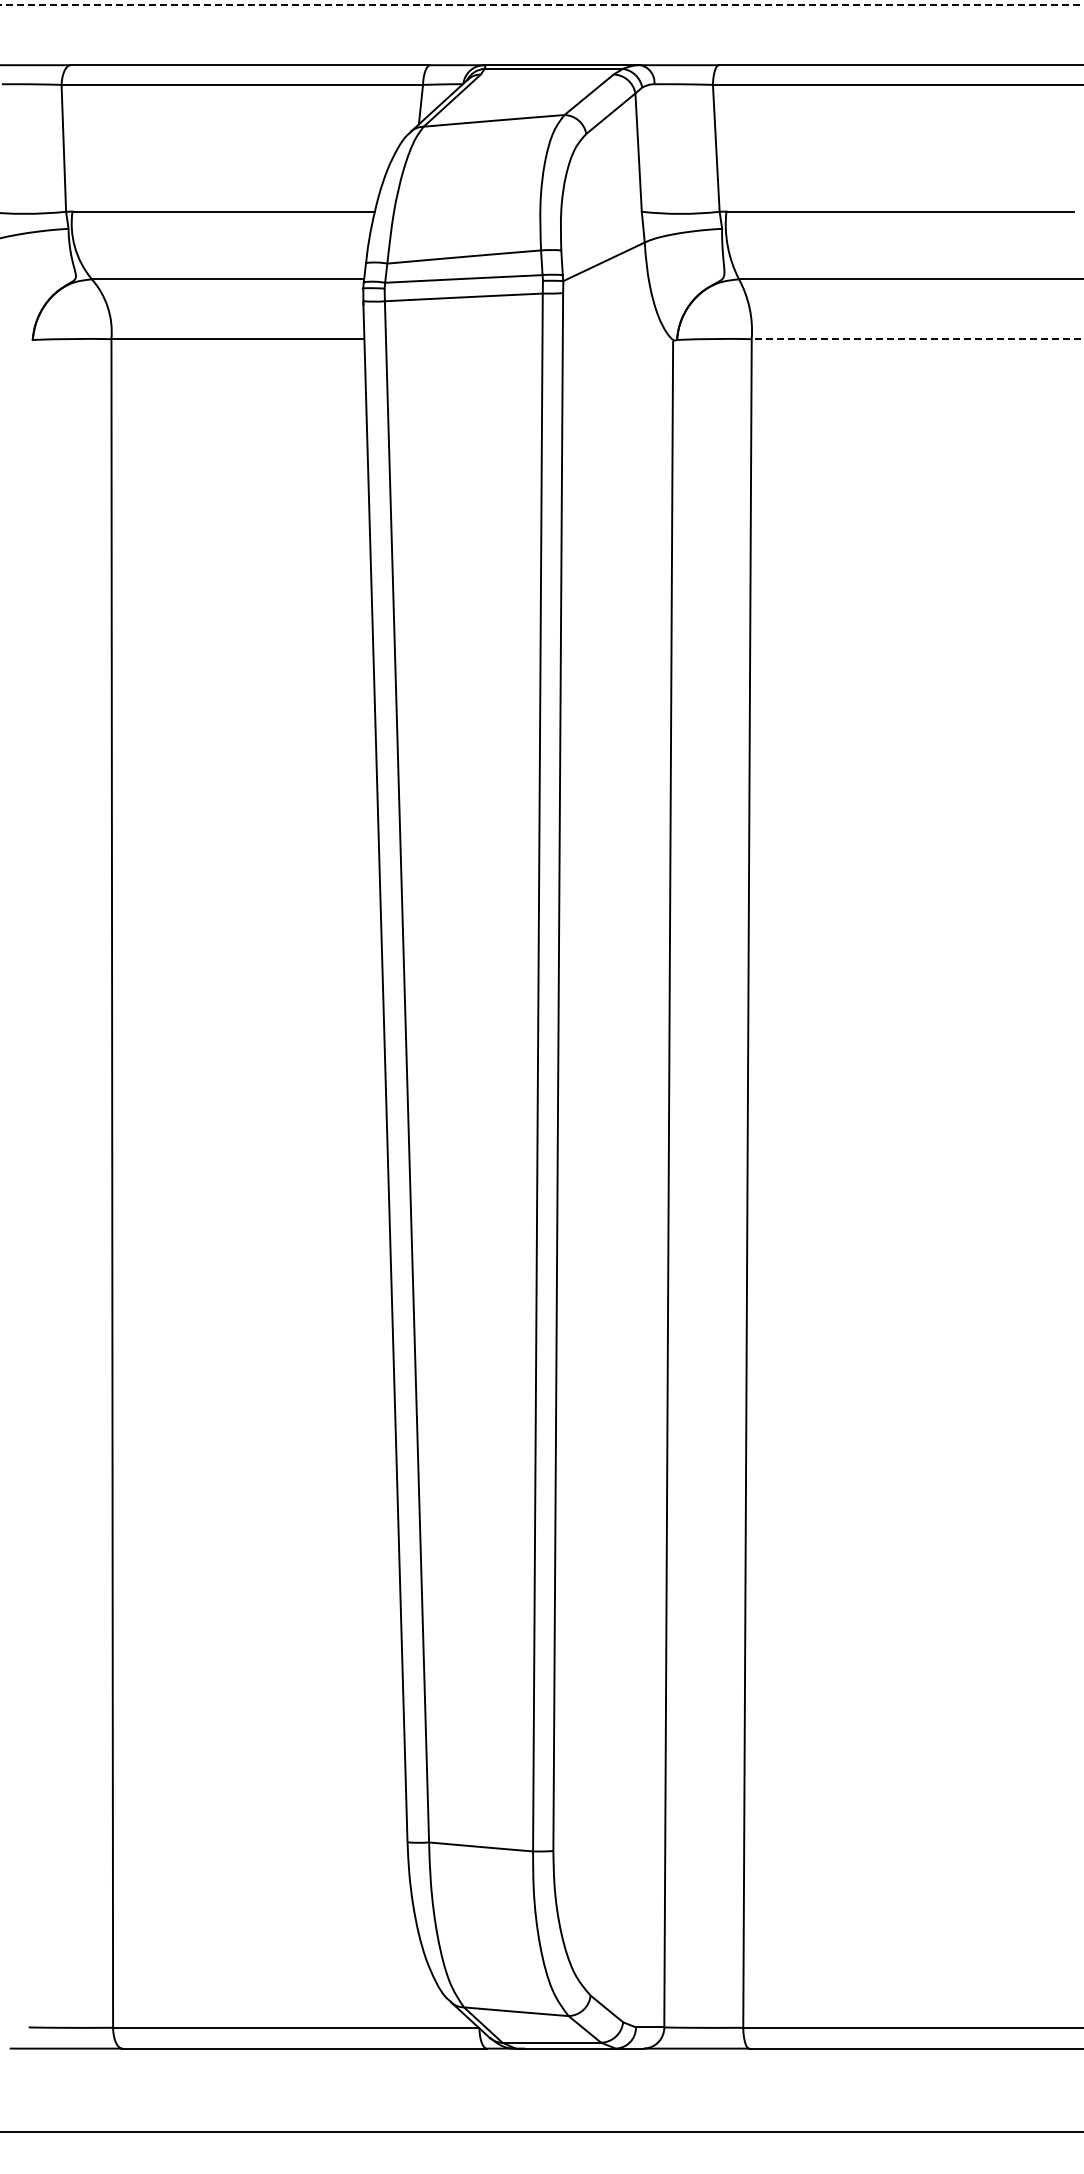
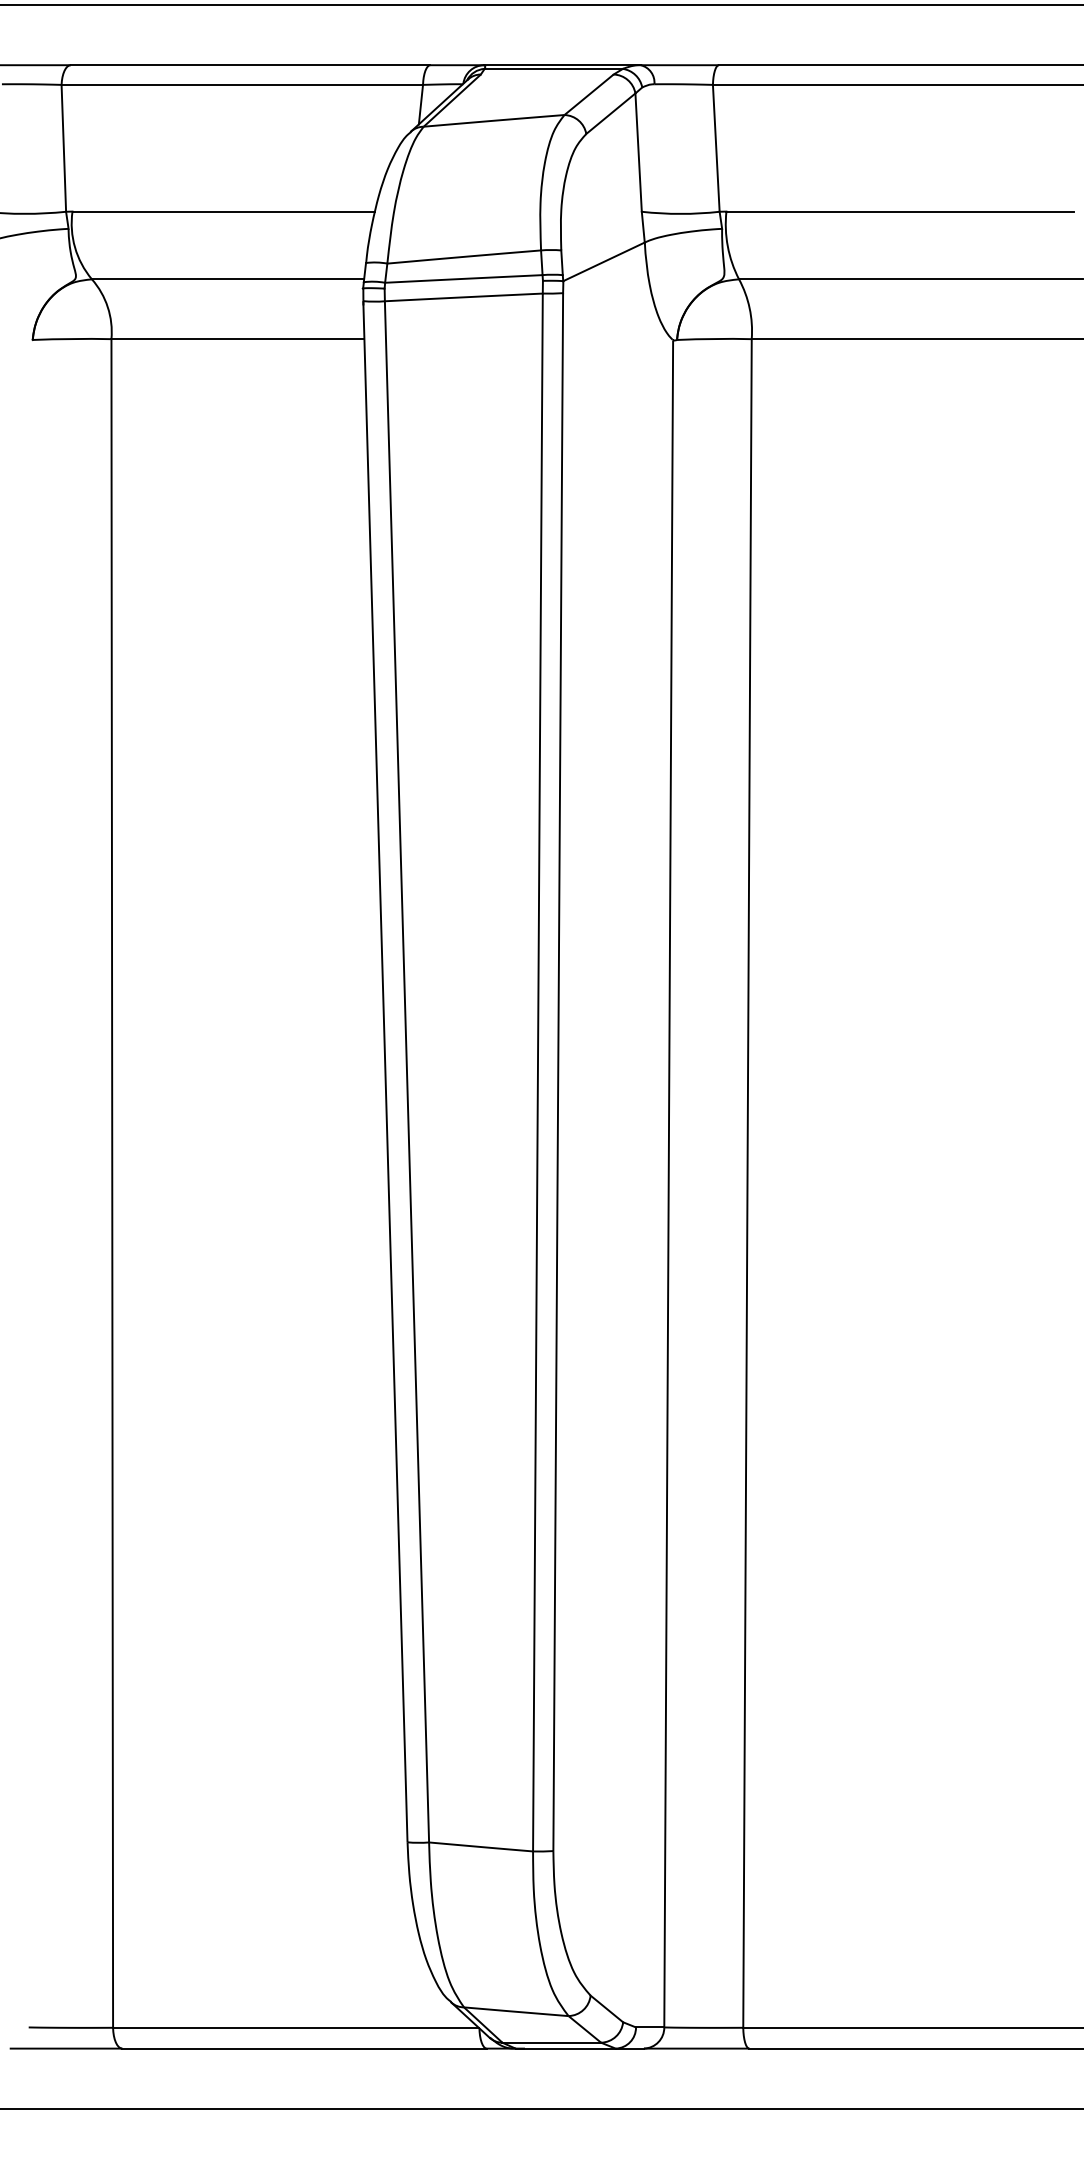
line at (542, 5): dashed -> solid
line at (917, 339): dashed -> solid
line at (541, 2131) position: (541, 2131) -> (541, 2108)
